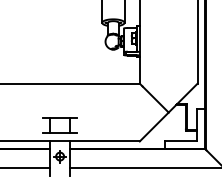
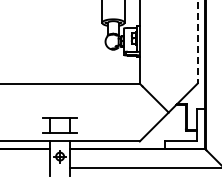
line at (197, 42): solid -> dashed
line at (26, 167): present -> none
